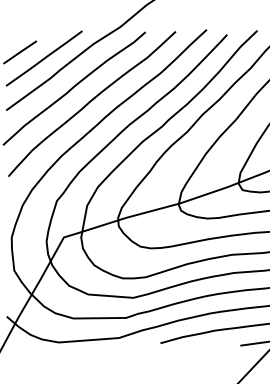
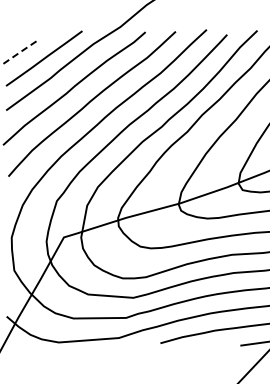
line at (20, 52): solid -> dashed
